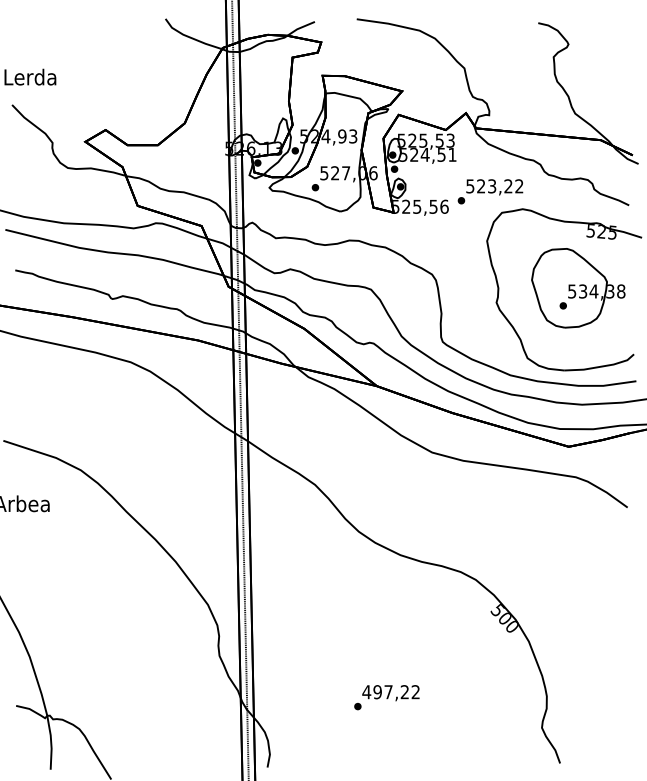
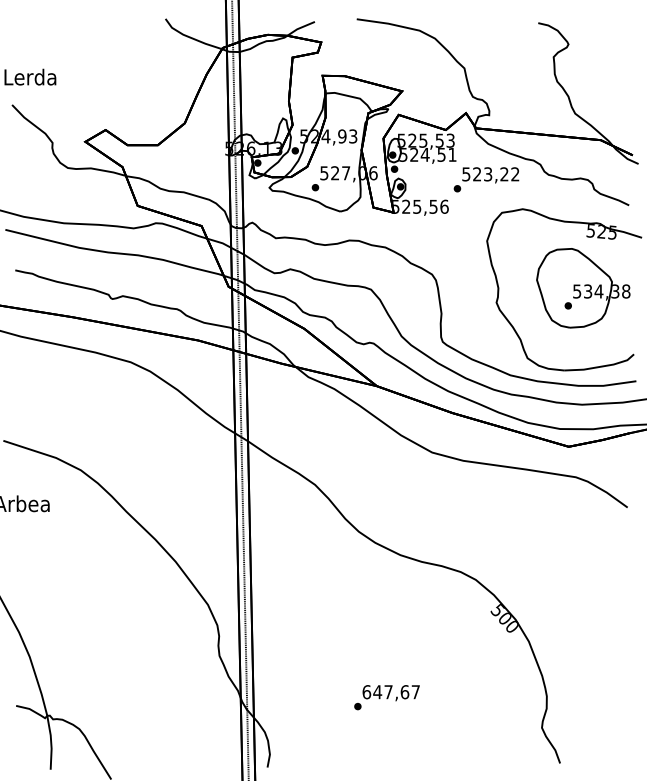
text at (490, 191) position: (490, 191) -> (486, 179)
part at (578, 288) position: (578, 288) -> (583, 288)
text at (390, 692): 497,22 -> 647,67
